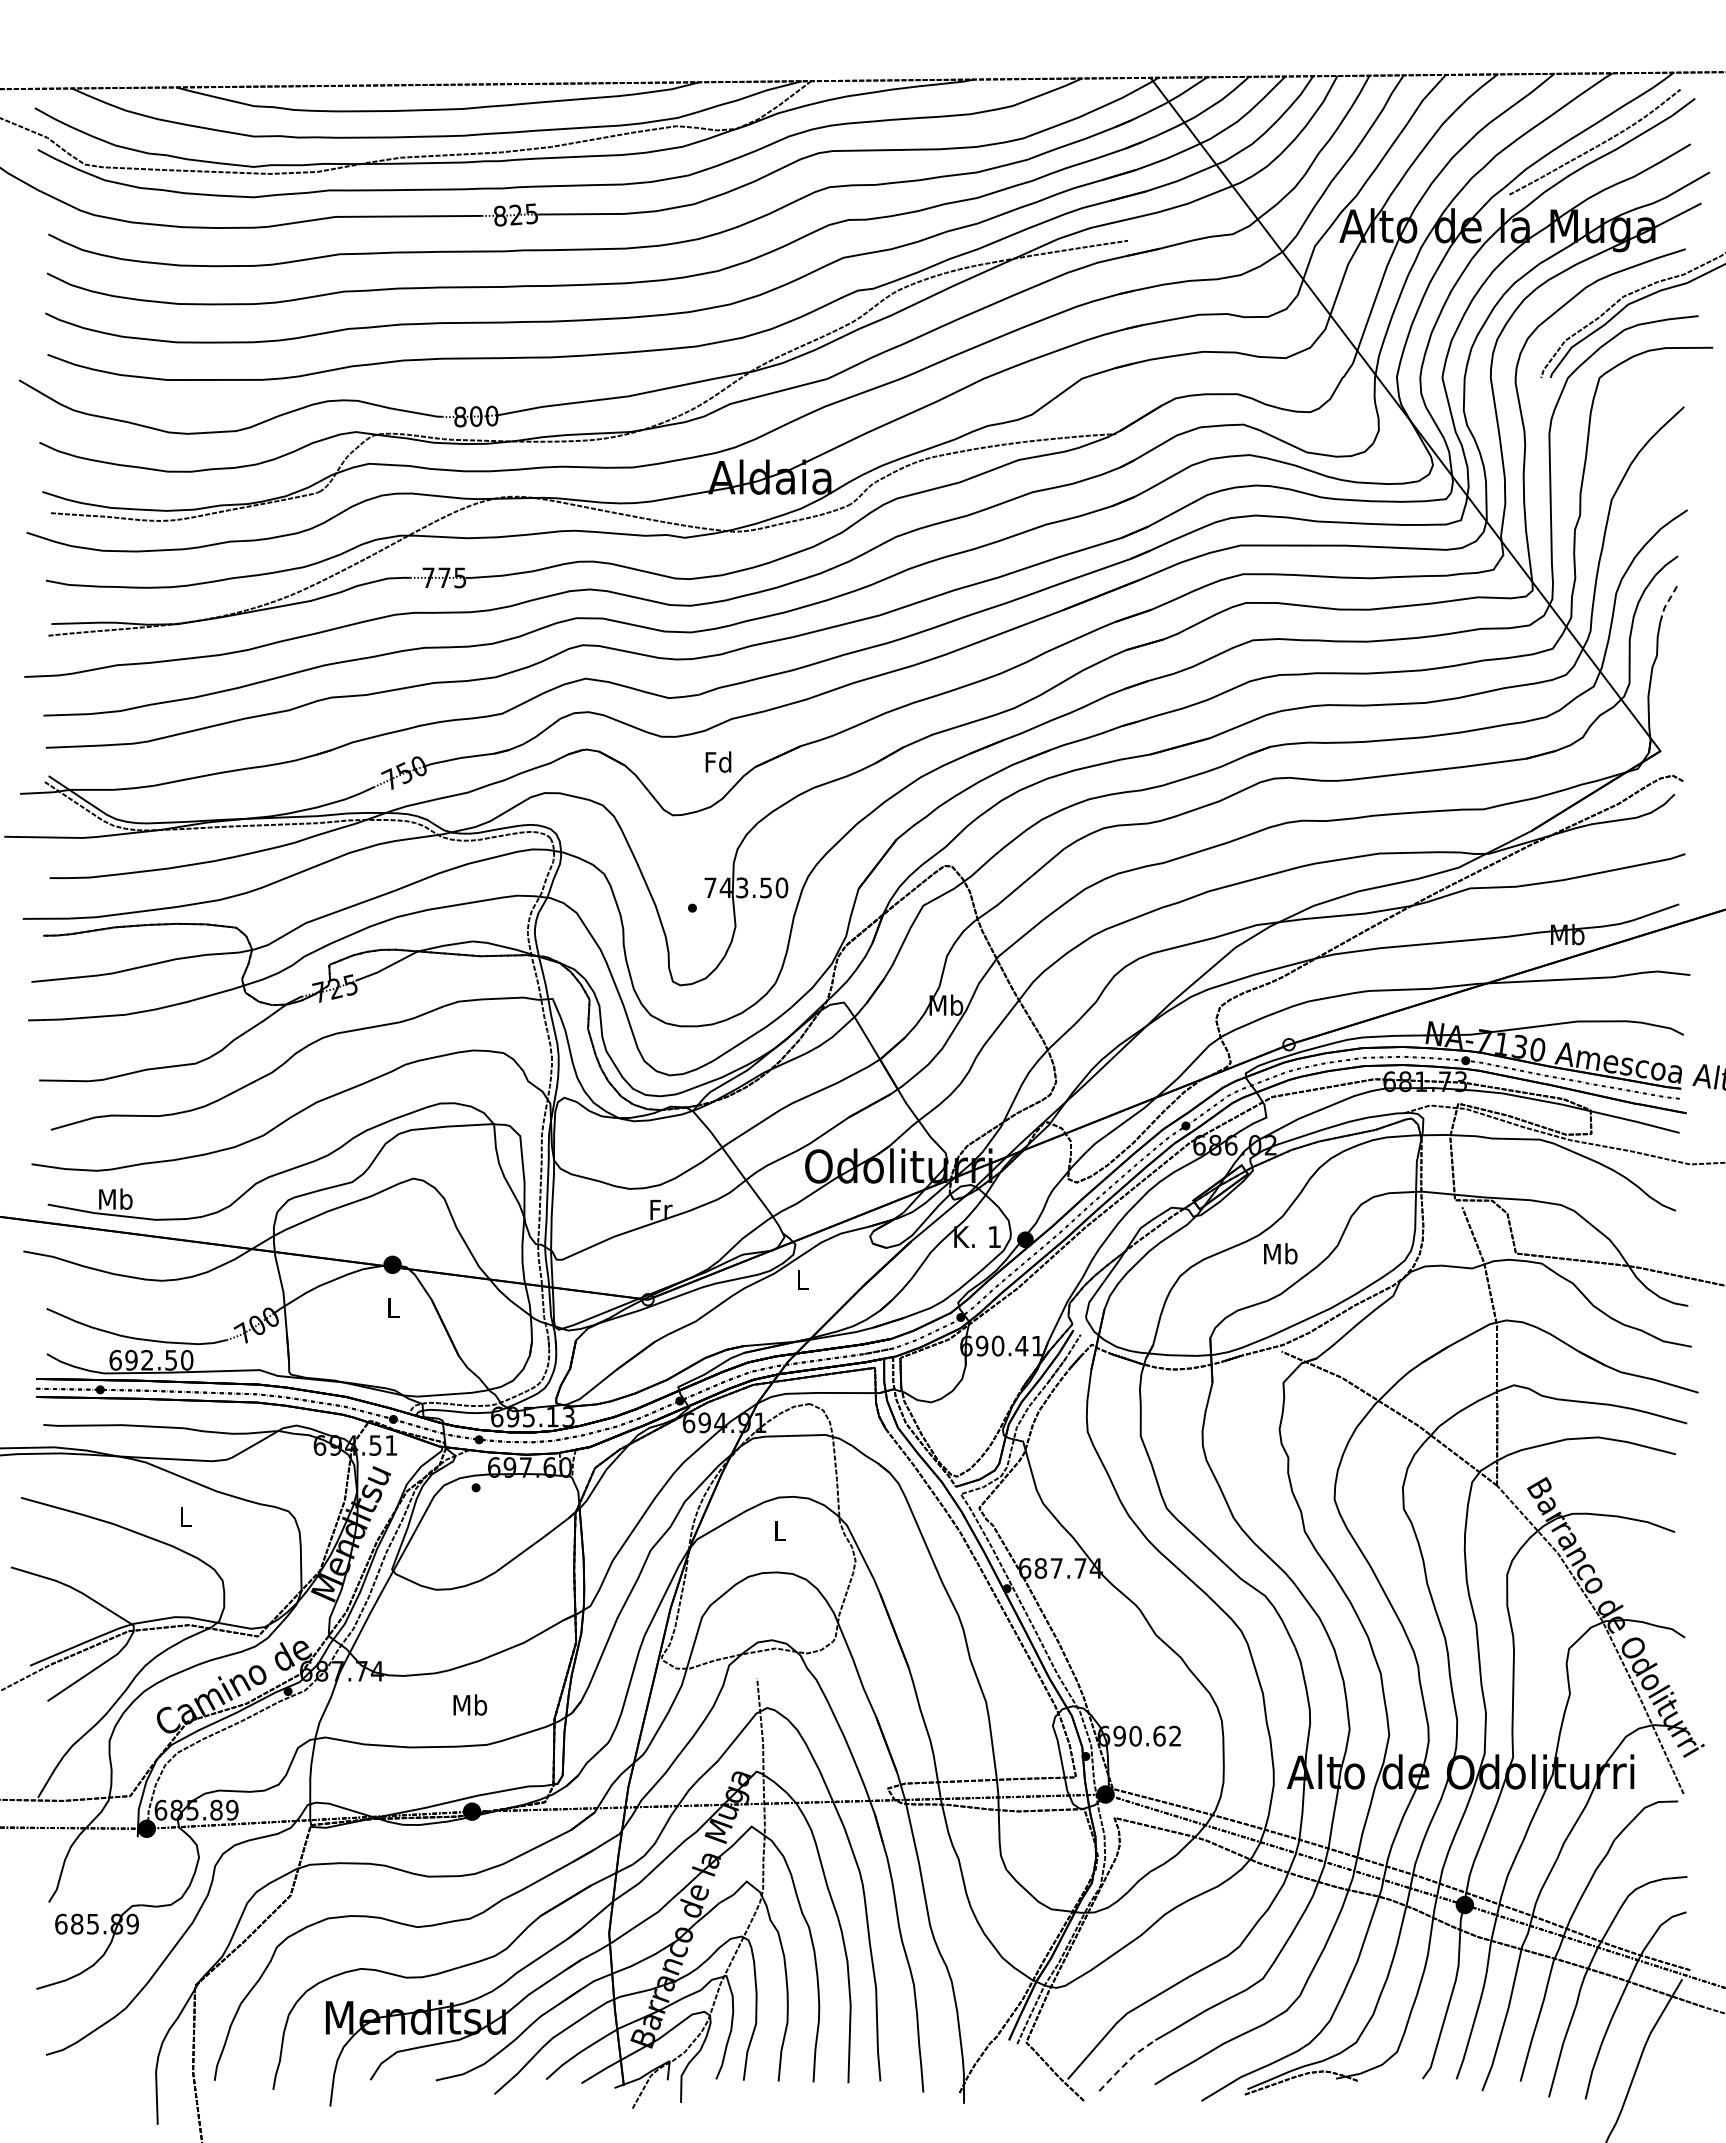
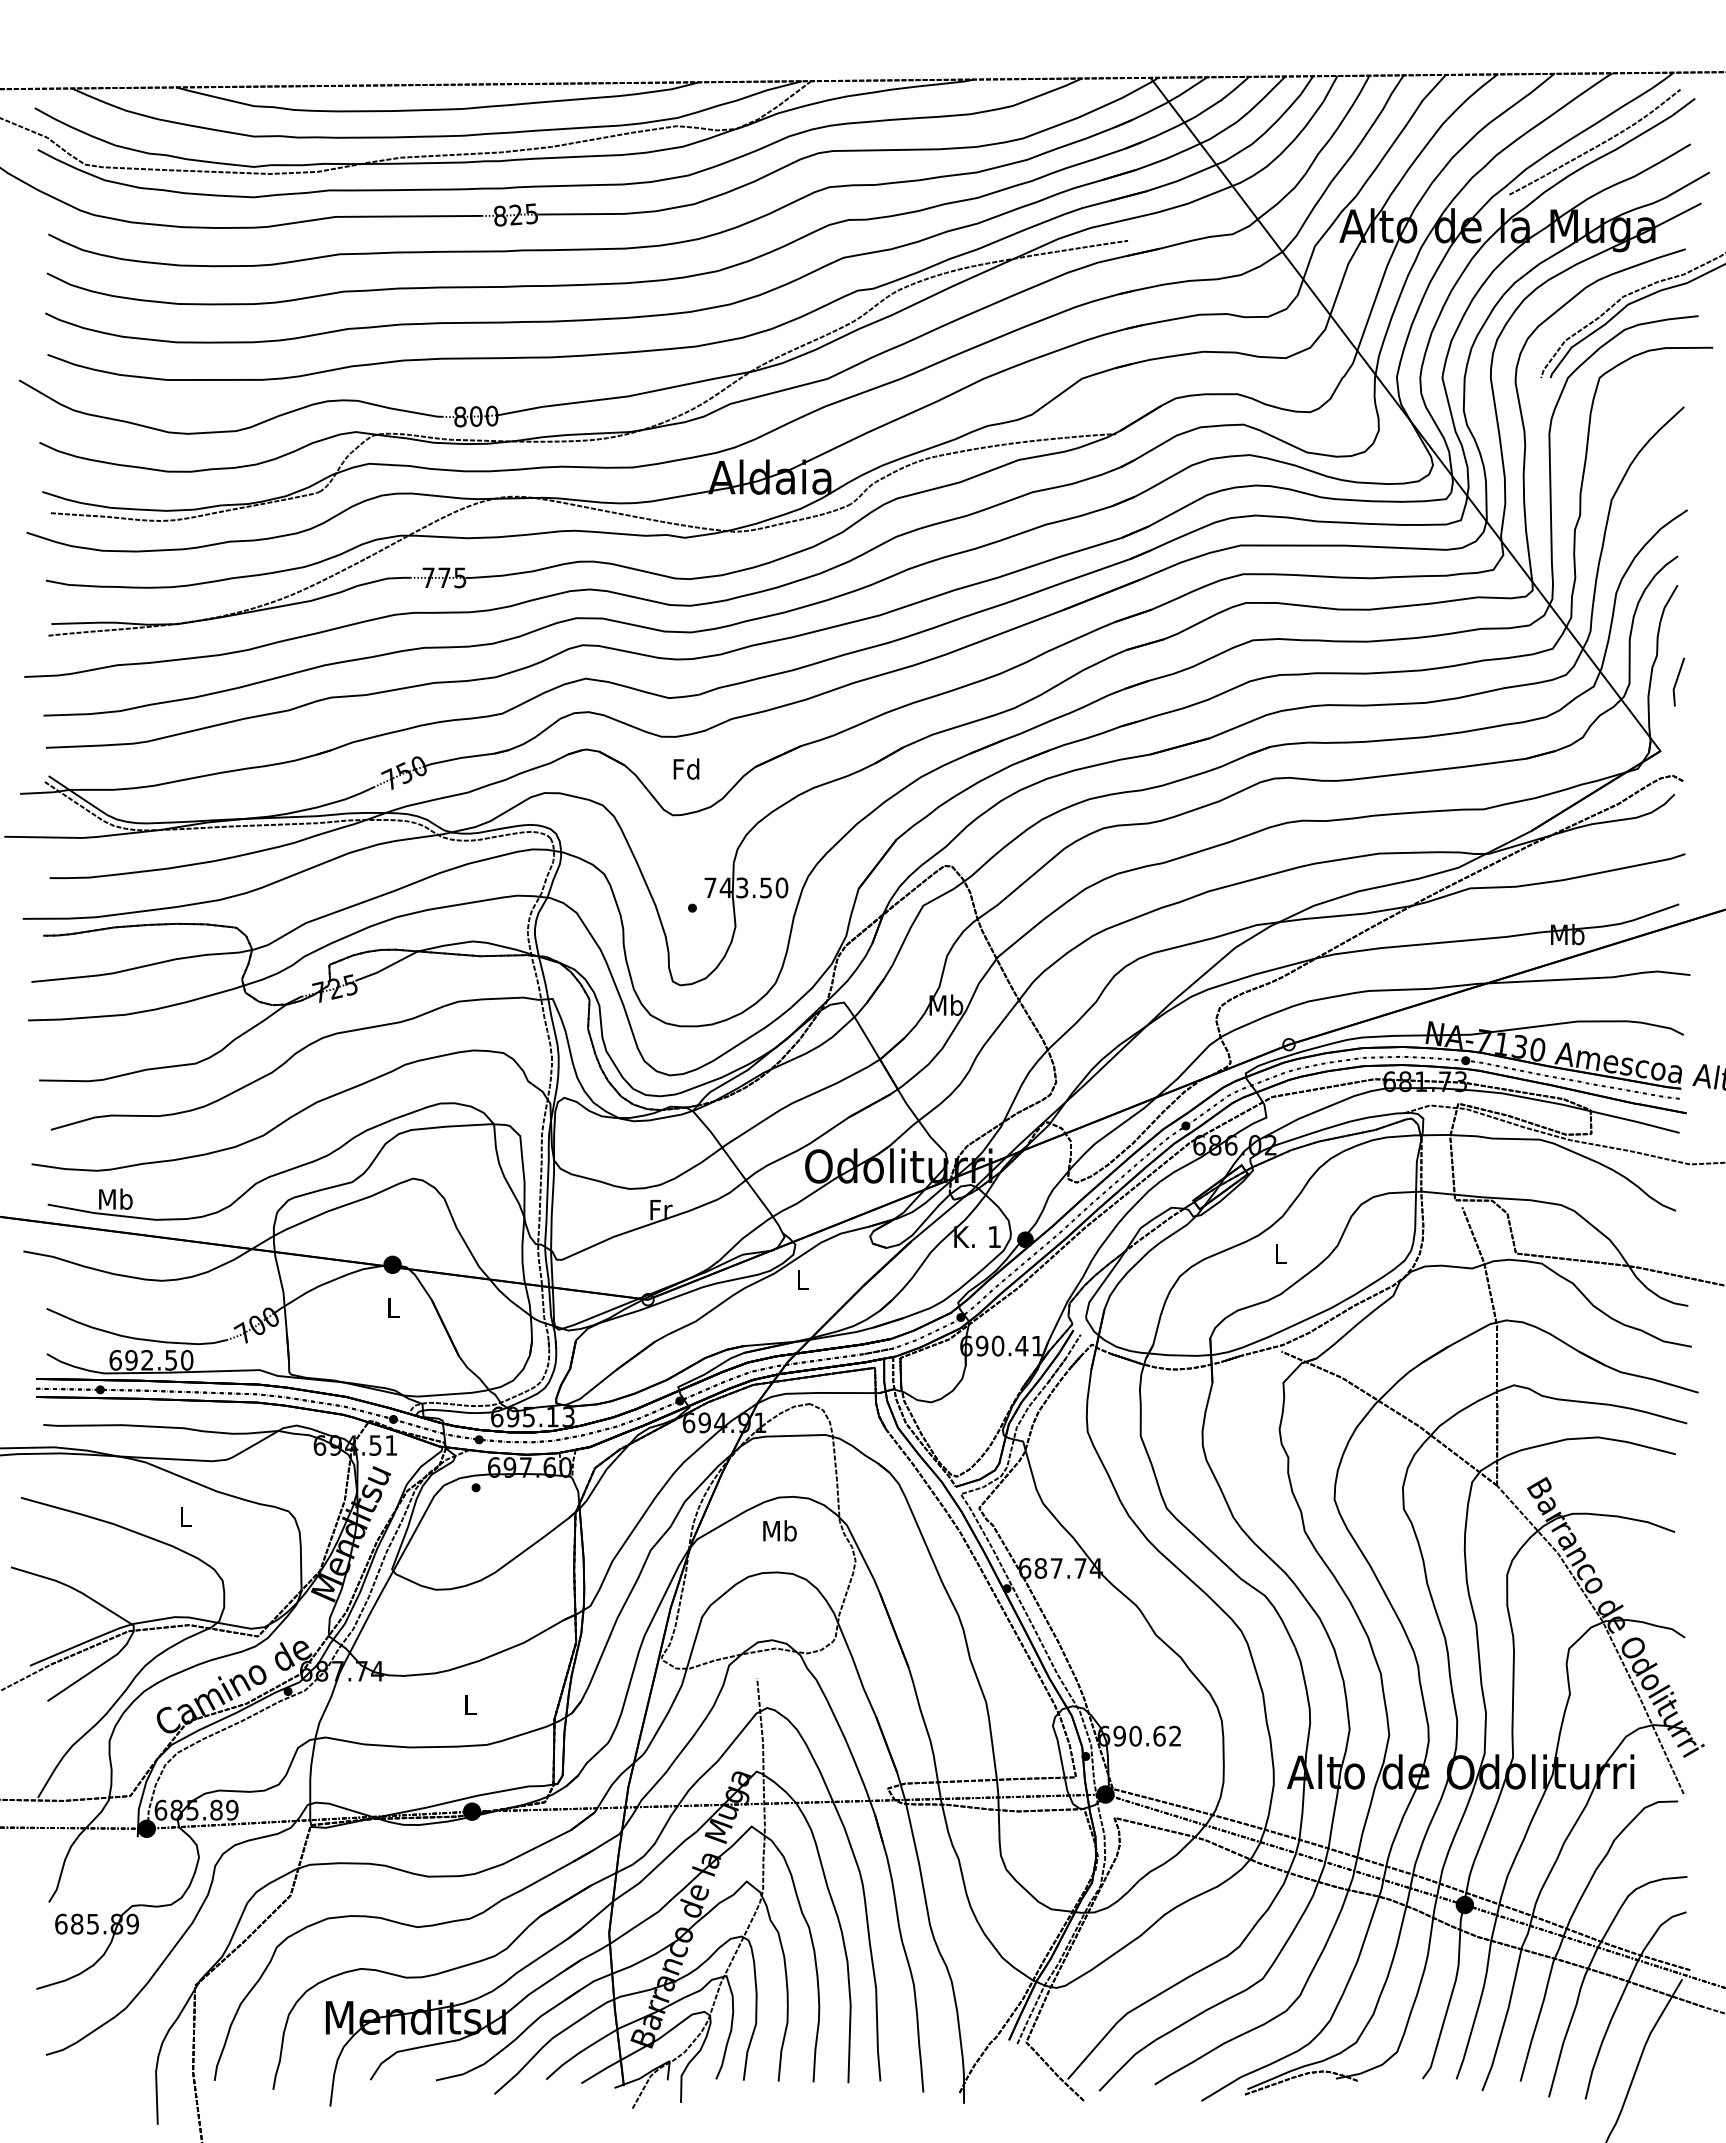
line at (1667, 603): dashed -> solid
line at (1677, 681): none -> present
text at (718, 761) position: (718, 761) -> (686, 768)
text at (1280, 1253): Mb -> L
text at (779, 1530): L -> Mb
text at (470, 1704): Mb -> L
line at (1125, 2064): dashed -> solid
